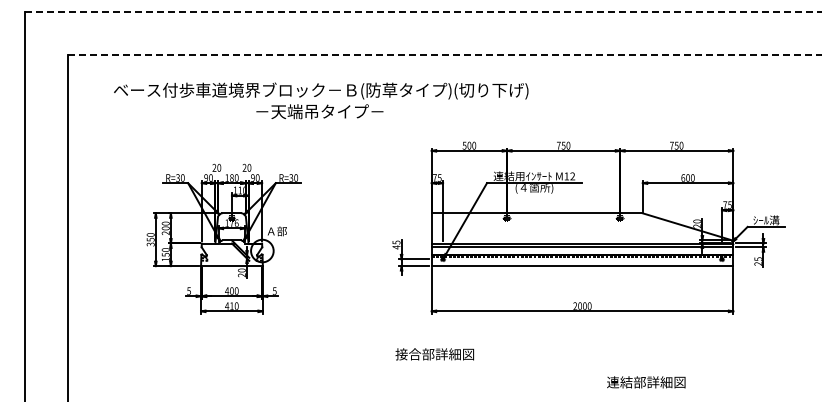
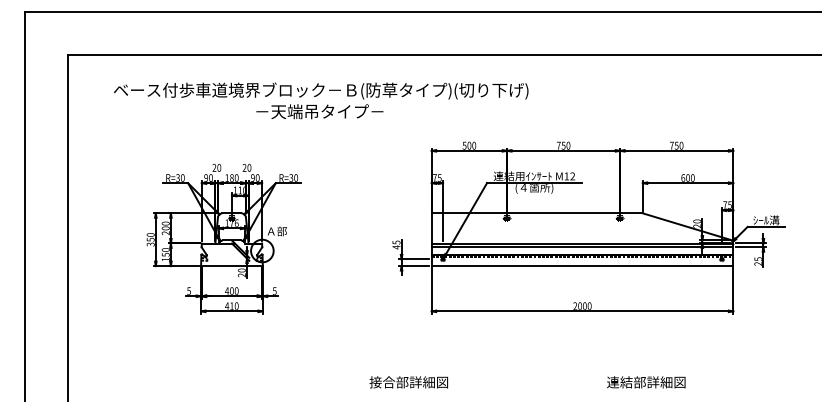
line at (423, 12): dashed -> solid
line at (444, 55): dashed -> solid
text at (434, 354) position: (434, 354) -> (408, 382)
